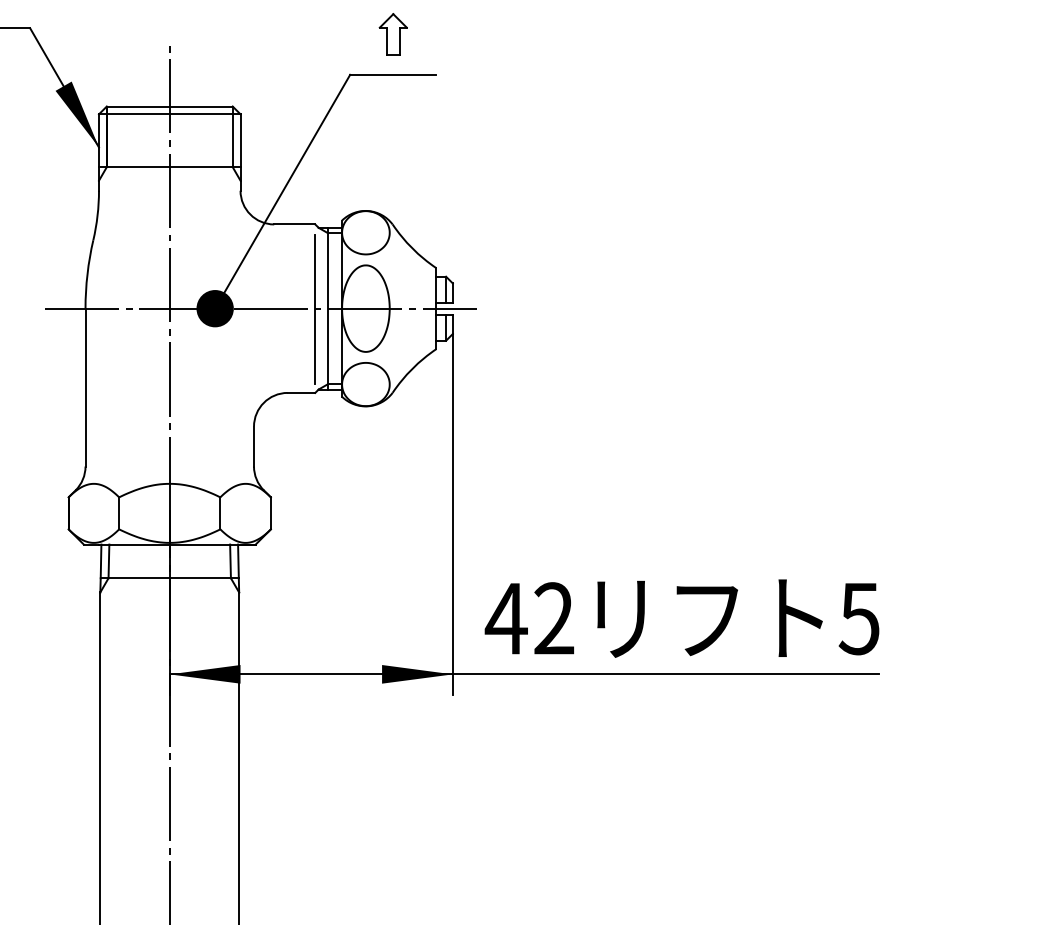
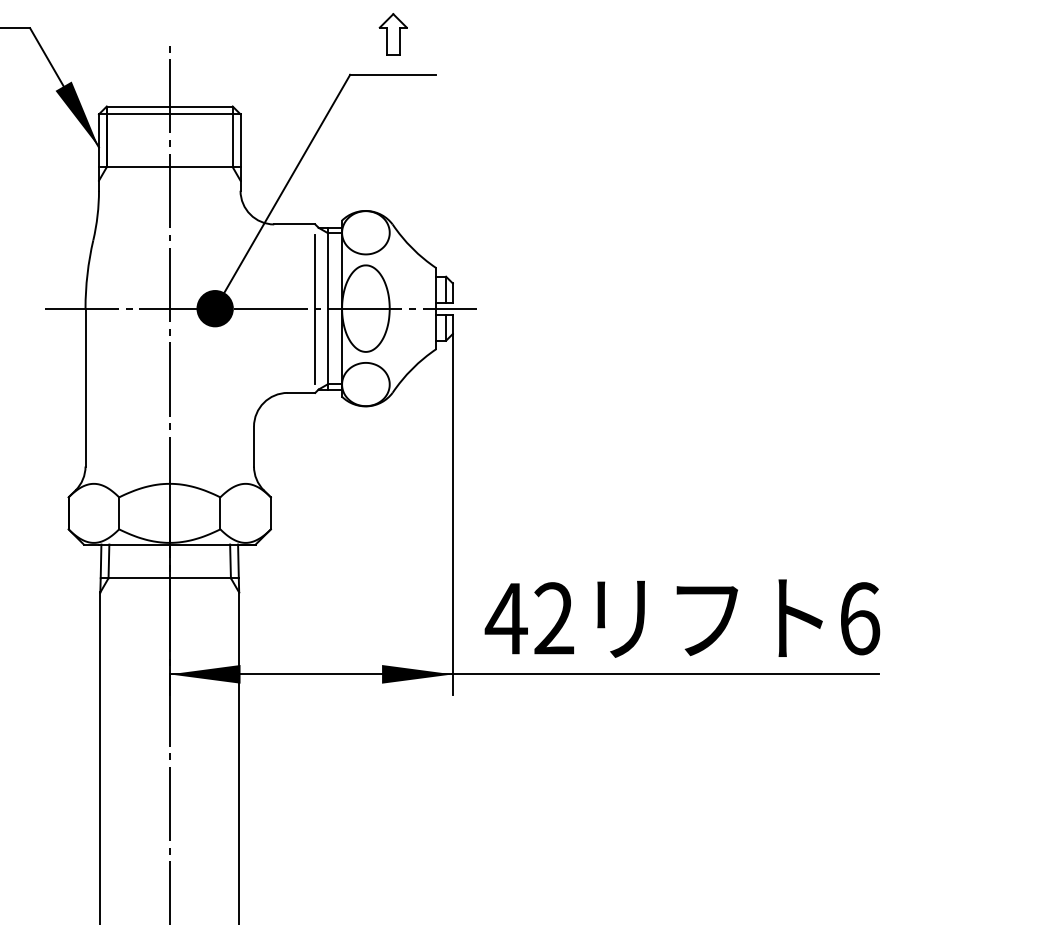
text at (859, 618): 5 -> 6
